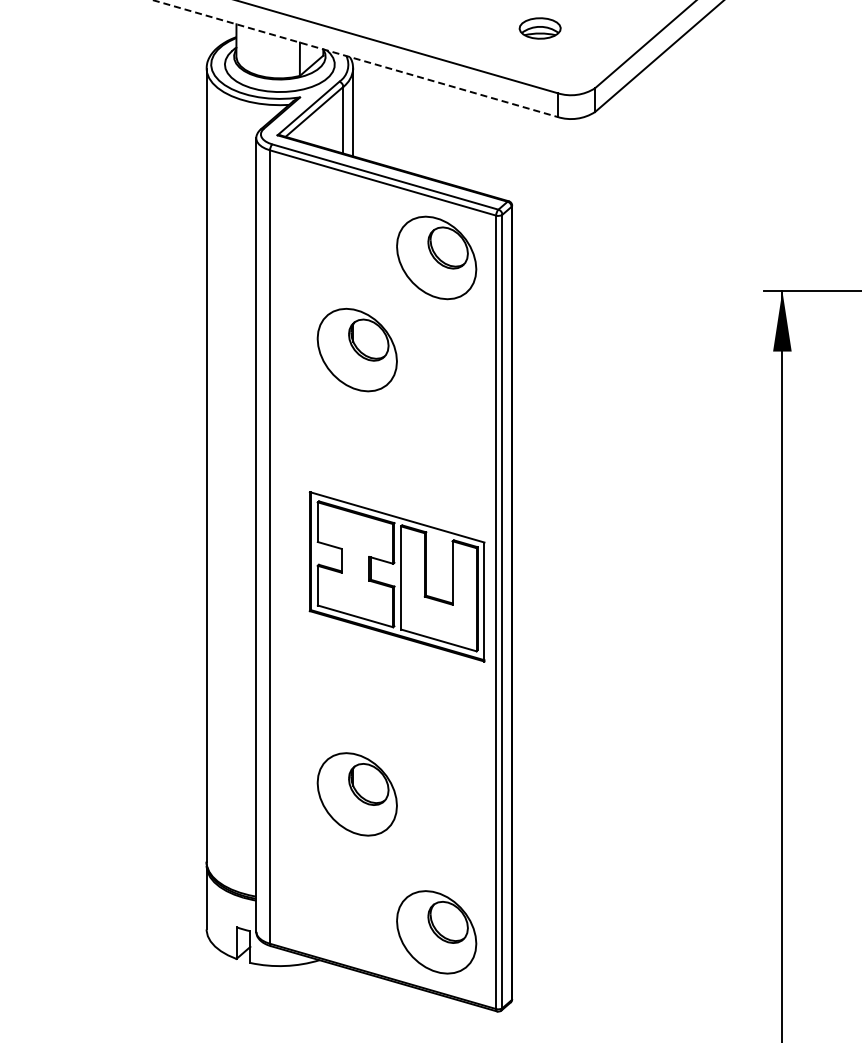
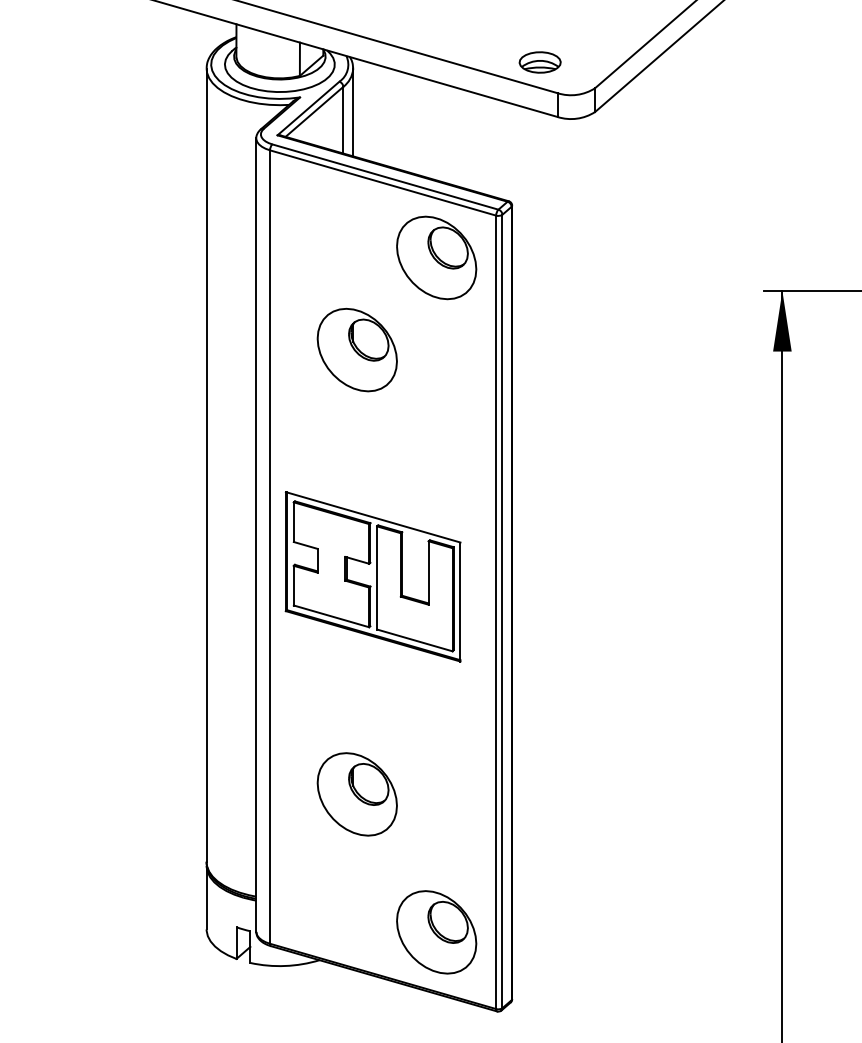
part at (539, 28) position: (539, 28) -> (539, 62)
line at (355, 58): dashed -> solid
part at (396, 576) position: (396, 576) -> (372, 576)
